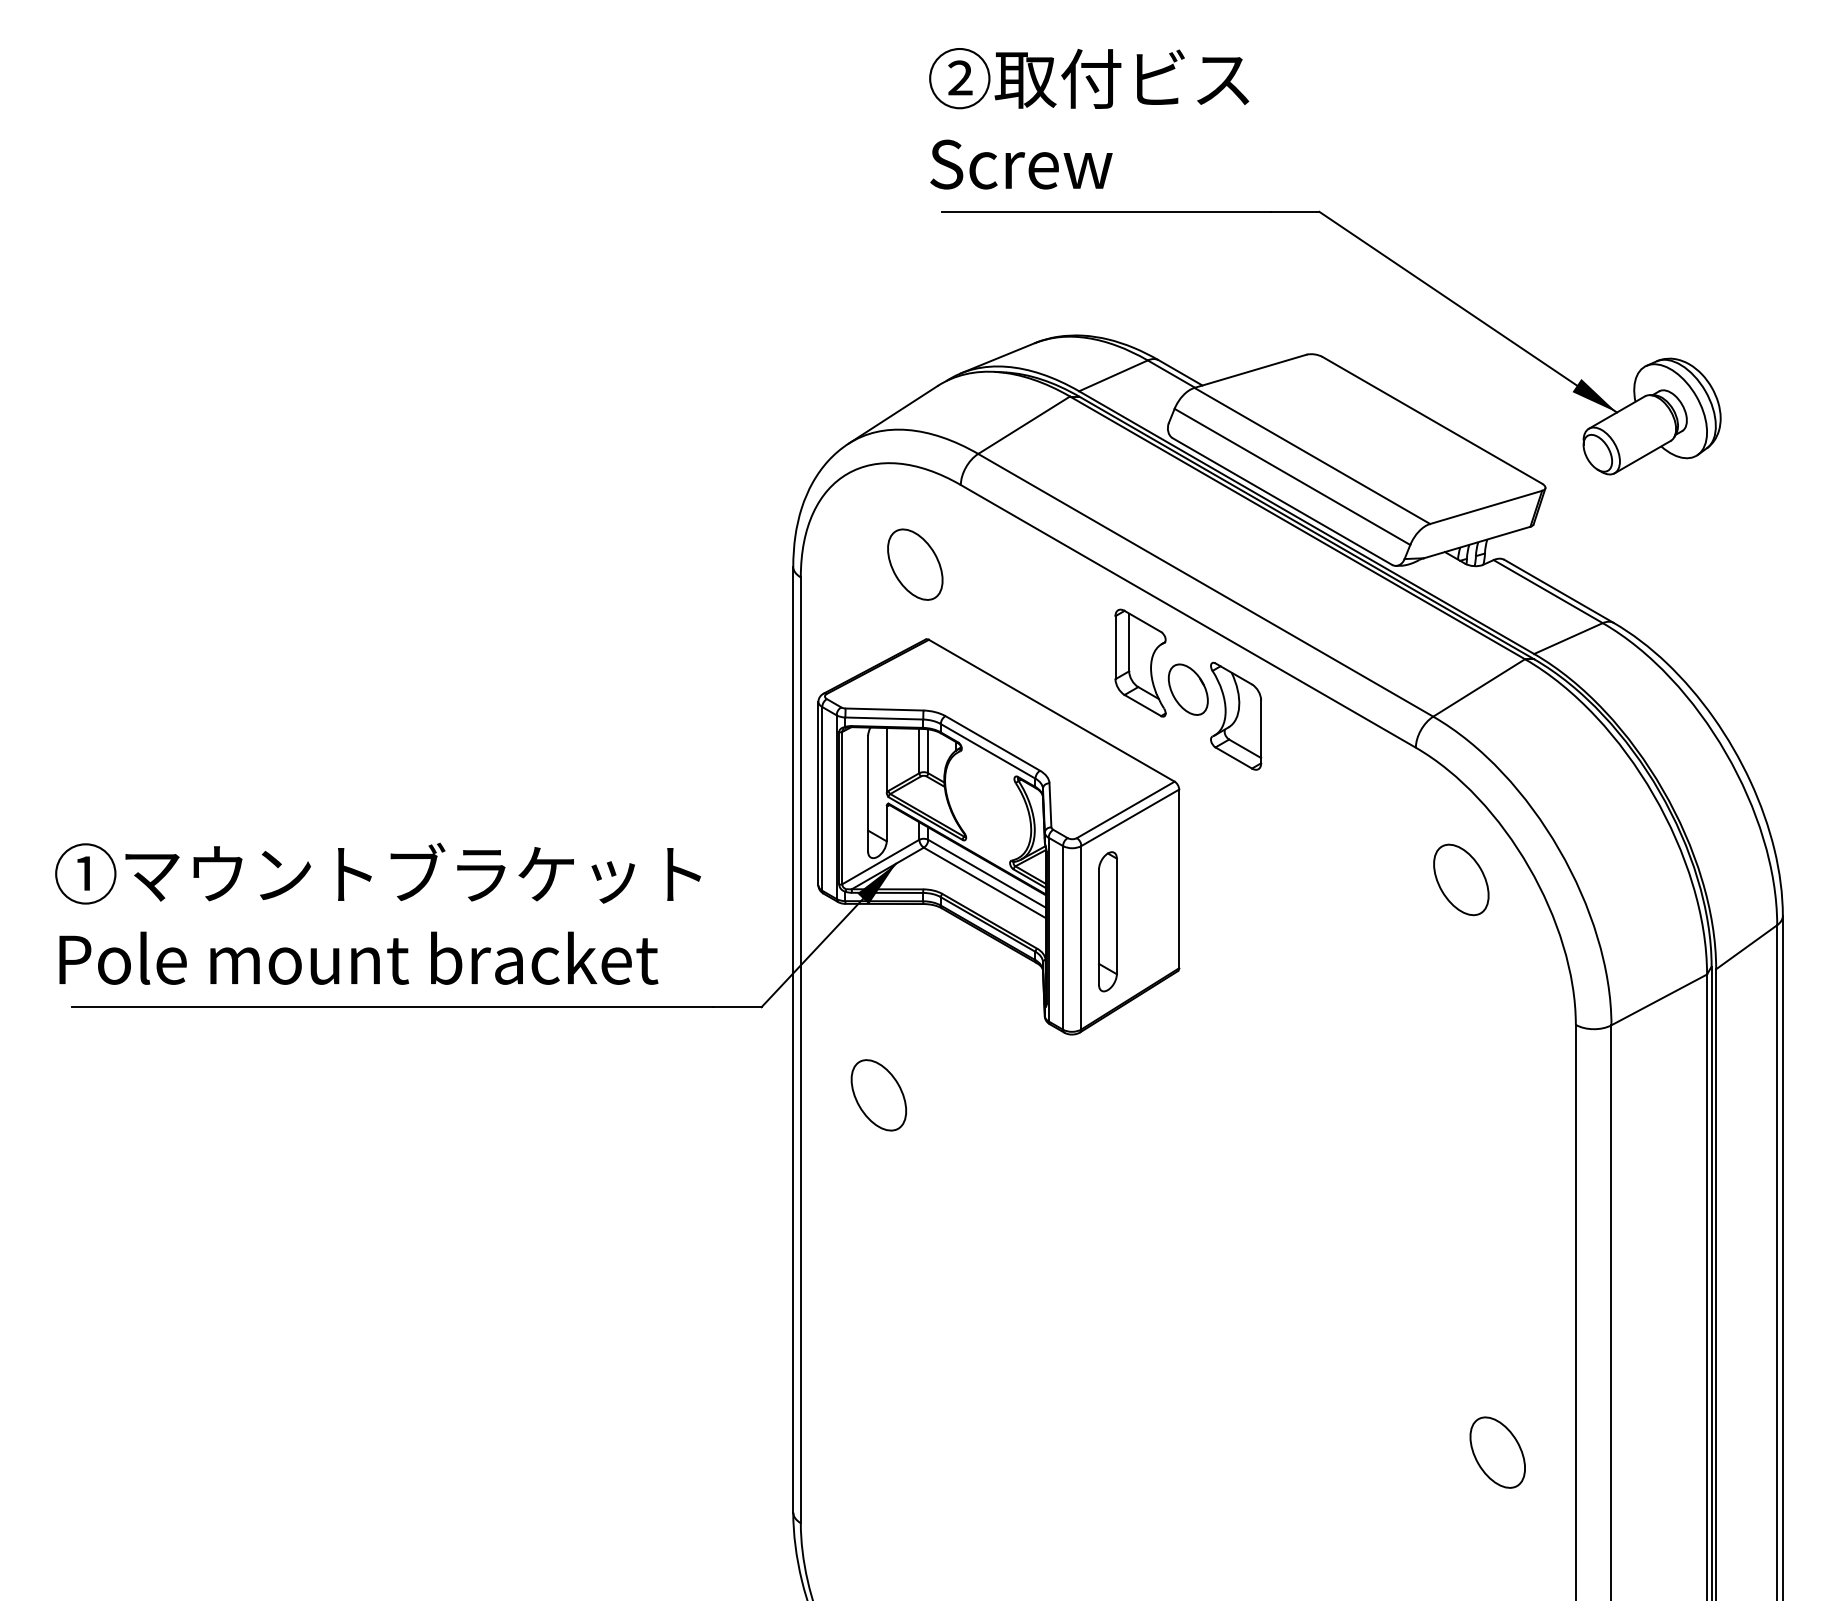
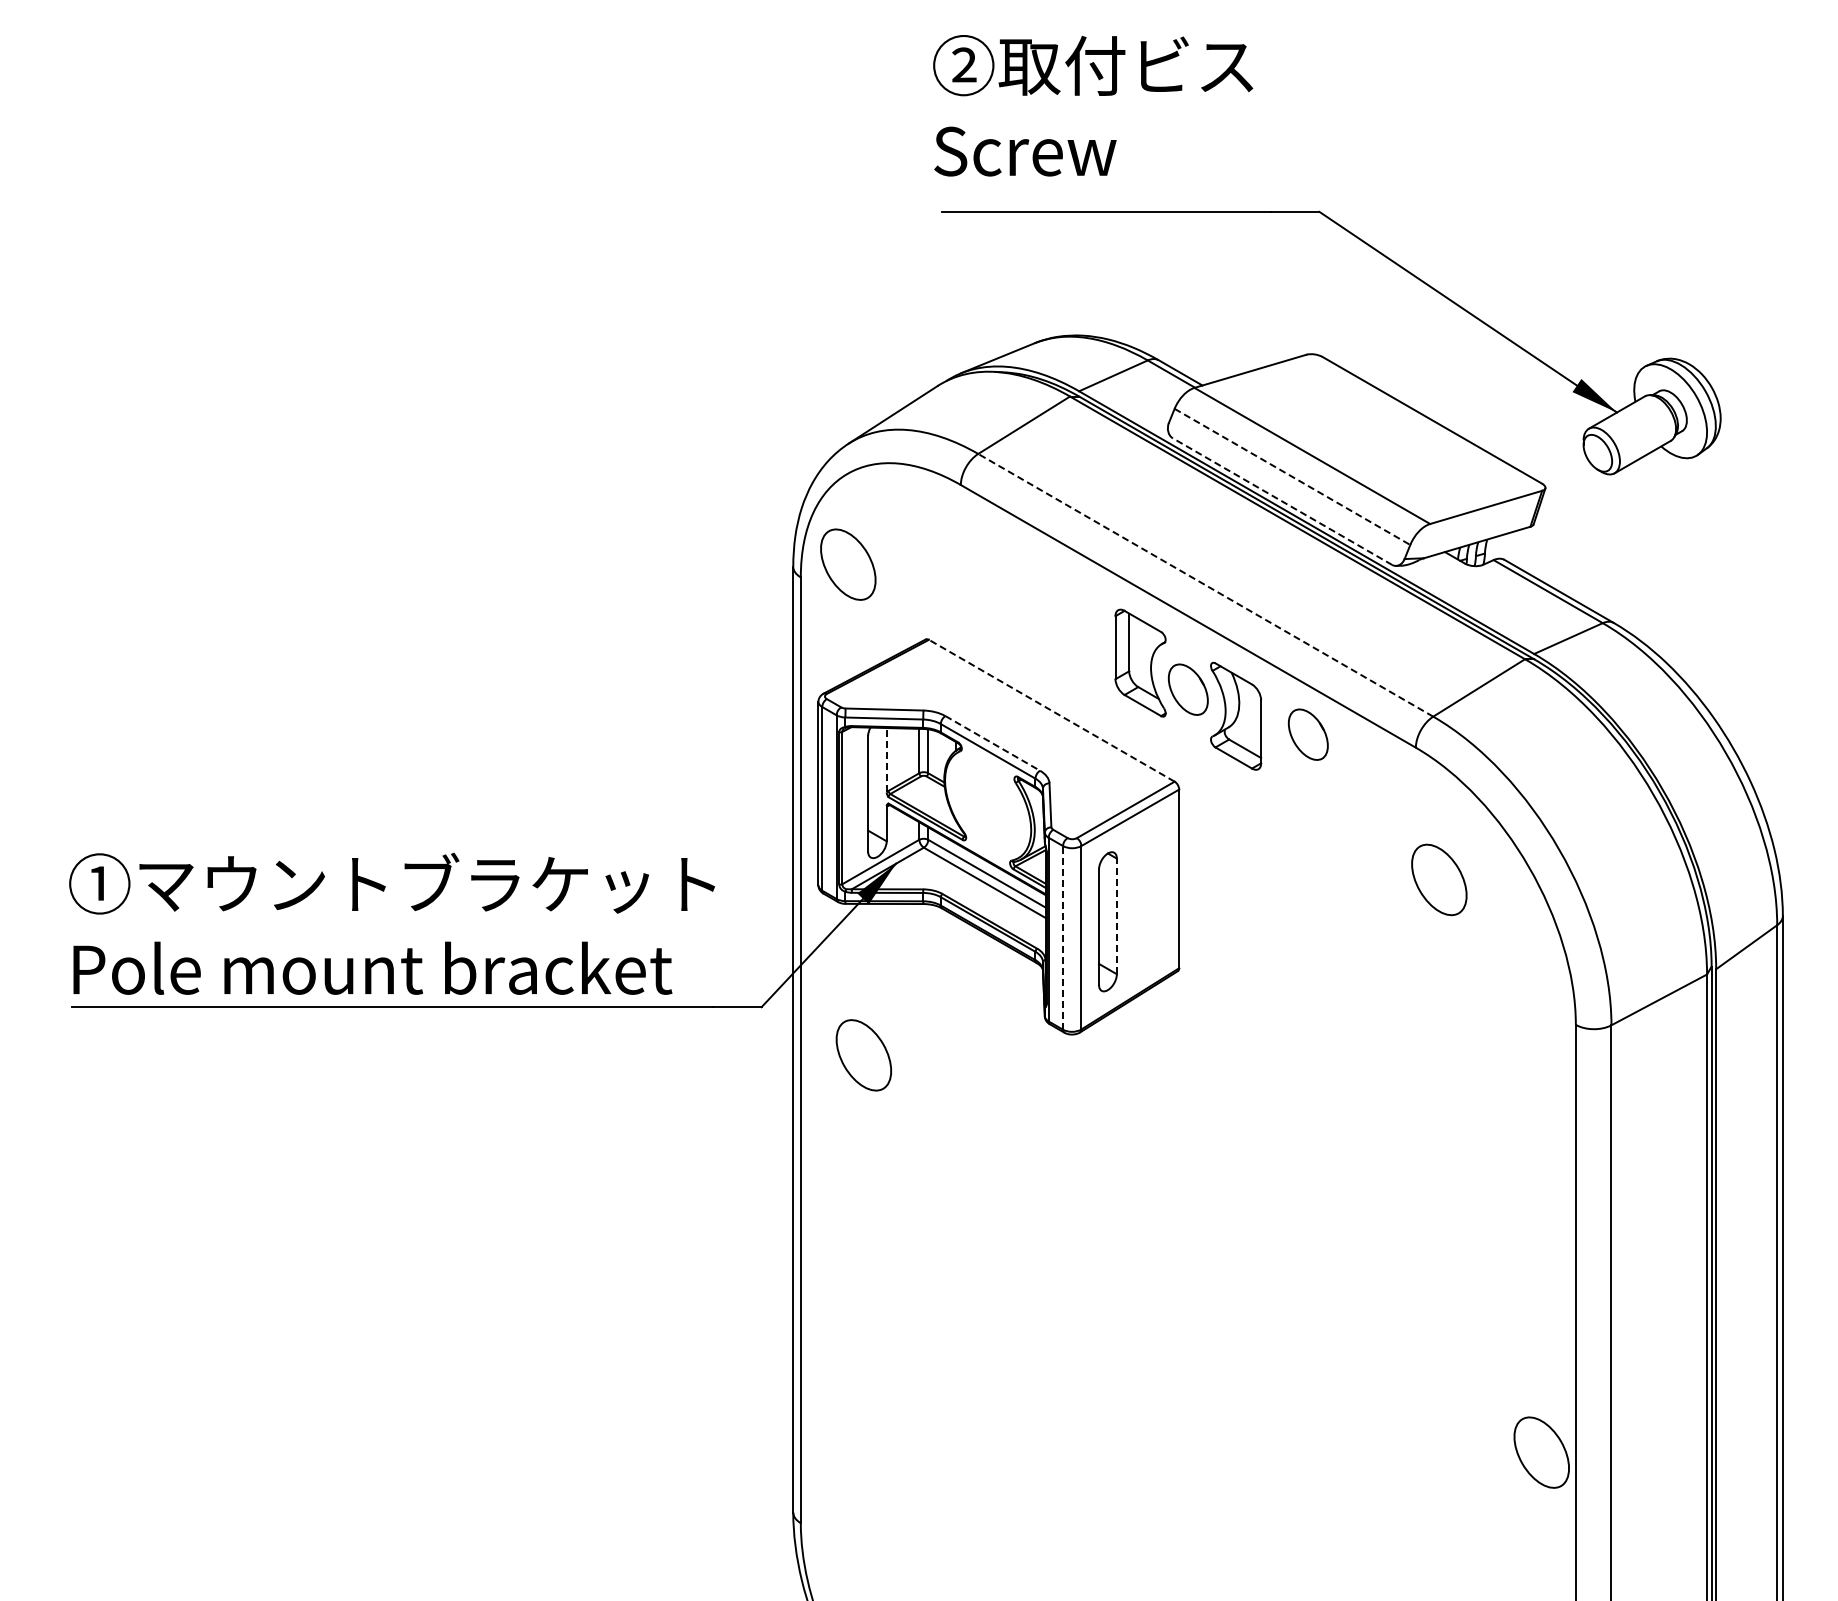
text at (1089, 118) position: (1089, 118) -> (1093, 105)
line at (1292, 477): solid -> dashed
line at (1282, 501): solid -> dashed
part at (915, 564) position: (915, 564) -> (848, 564)
line at (1205, 585): solid -> dashed
line at (1051, 710): solid -> dashed
part at (1308, 734): none -> present
line at (992, 743): solid -> dashed
line at (886, 759): solid -> dashed
part at (1461, 879) position: (1461, 879) -> (1439, 879)
text at (377, 913) position: (377, 913) -> (391, 923)
line at (1116, 916): solid -> dashed
line at (1063, 937): solid -> dashed
part at (878, 1095) position: (878, 1095) -> (863, 1055)
part at (1497, 1452) position: (1497, 1452) -> (1541, 1452)
